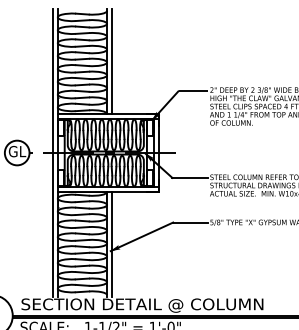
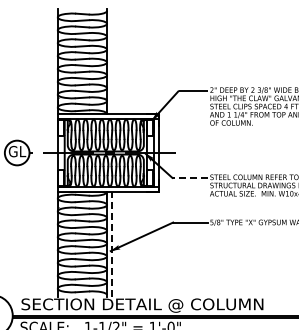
line at (112, 60): present -> none
line at (52, 152): present -> none
line at (189, 177): solid -> dashed
line at (112, 243): solid -> dashed
